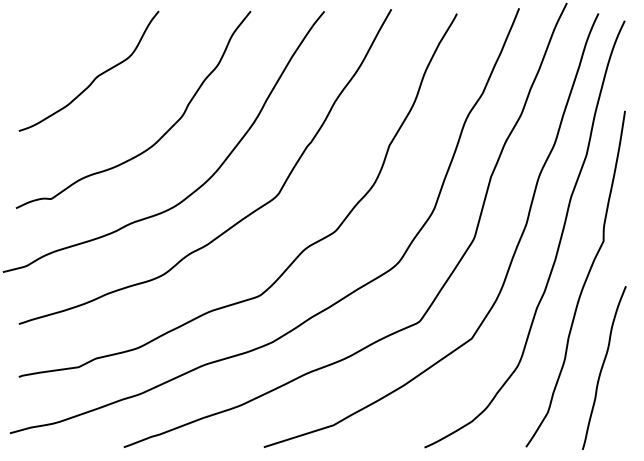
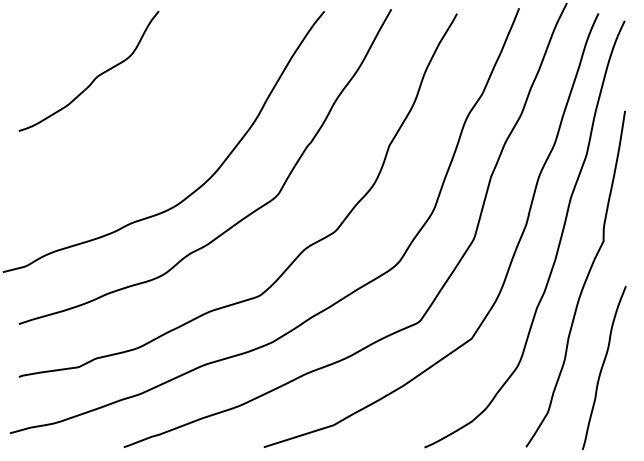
curve at (161, 136): present -> none
